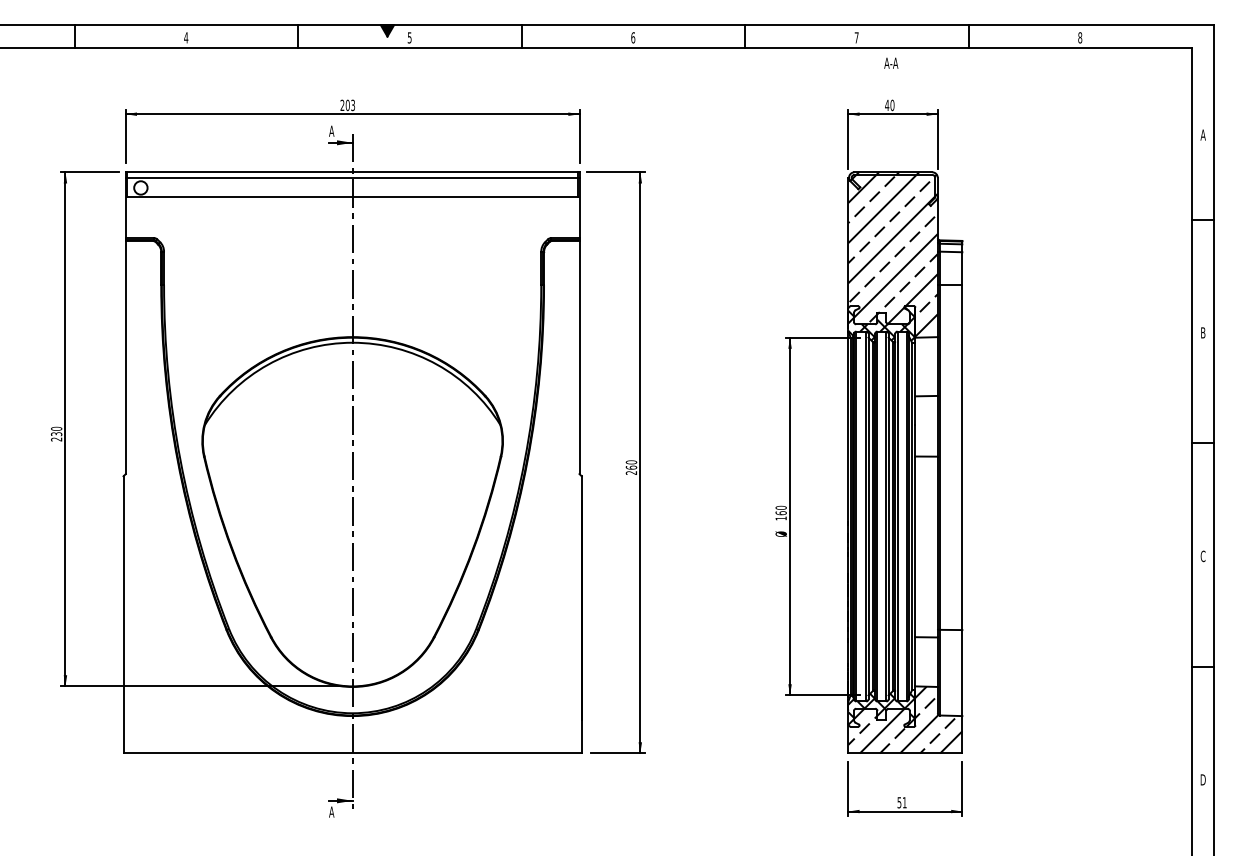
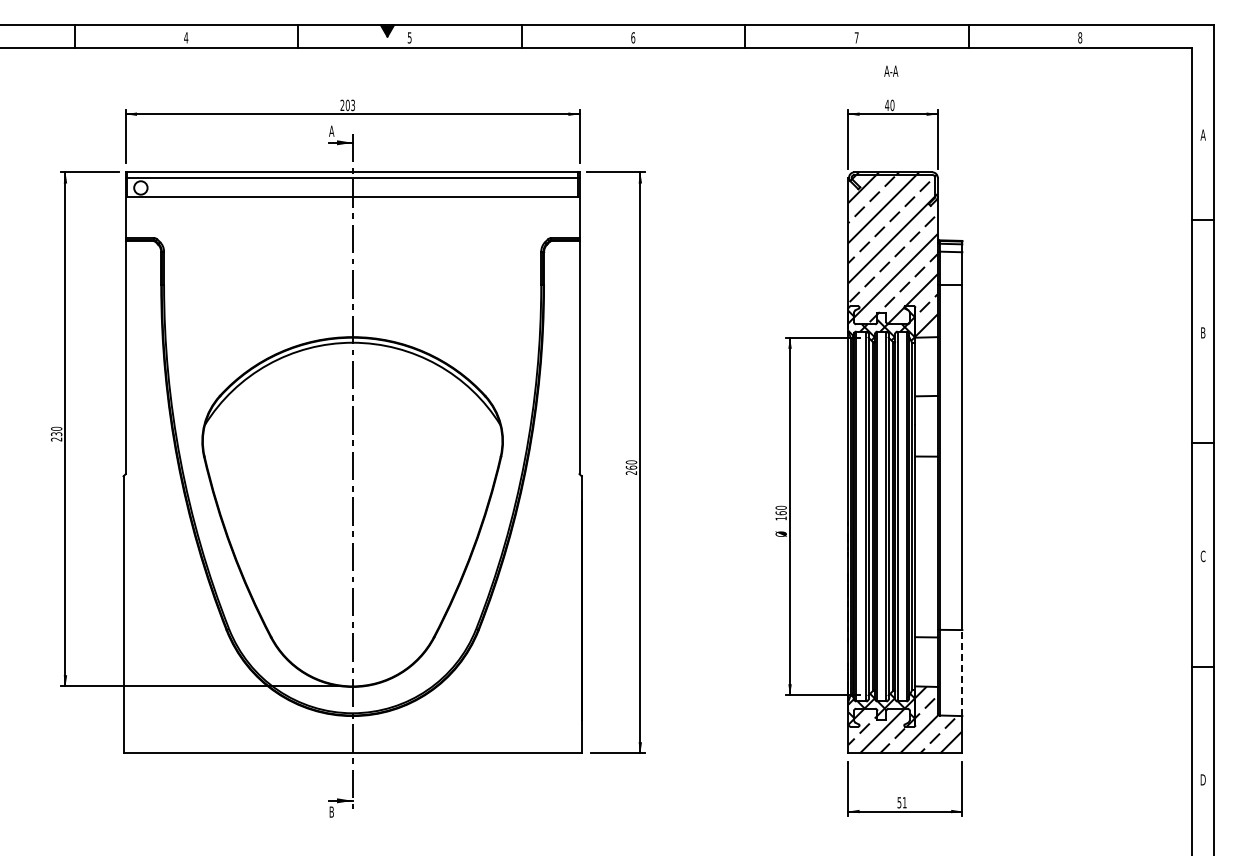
text at (891, 62) position: (891, 62) -> (891, 70)
line at (962, 672): solid -> dashed
text at (331, 811): A -> B
